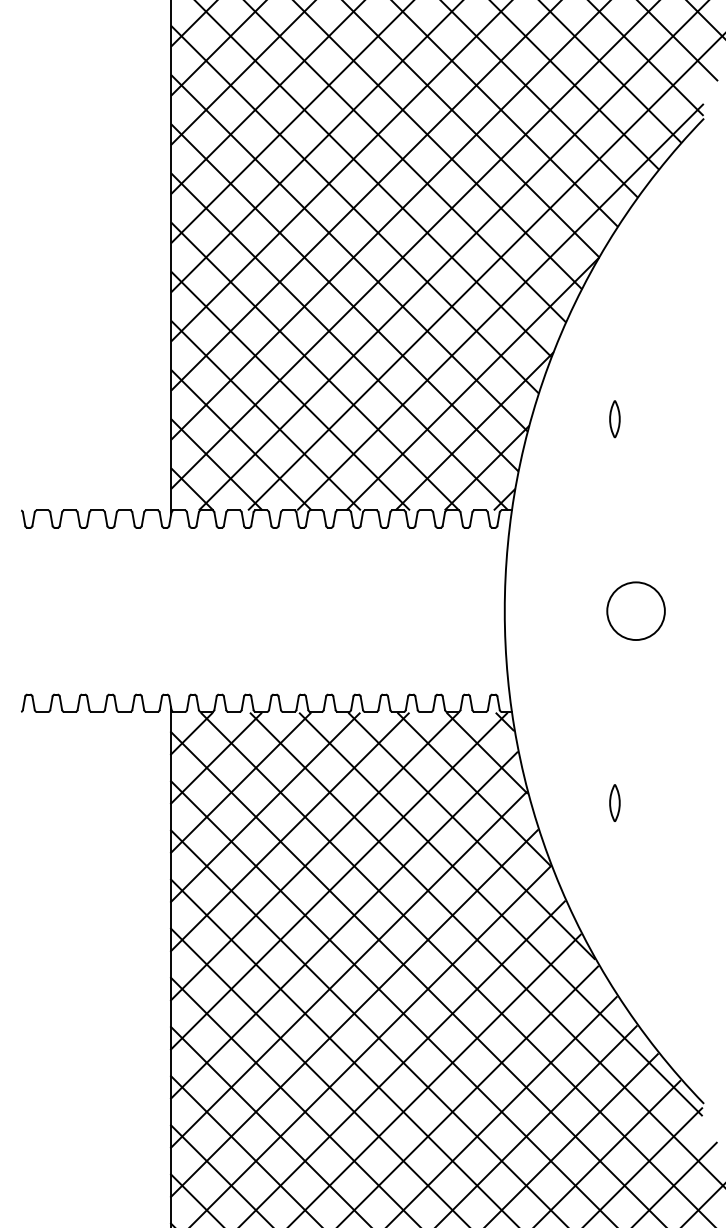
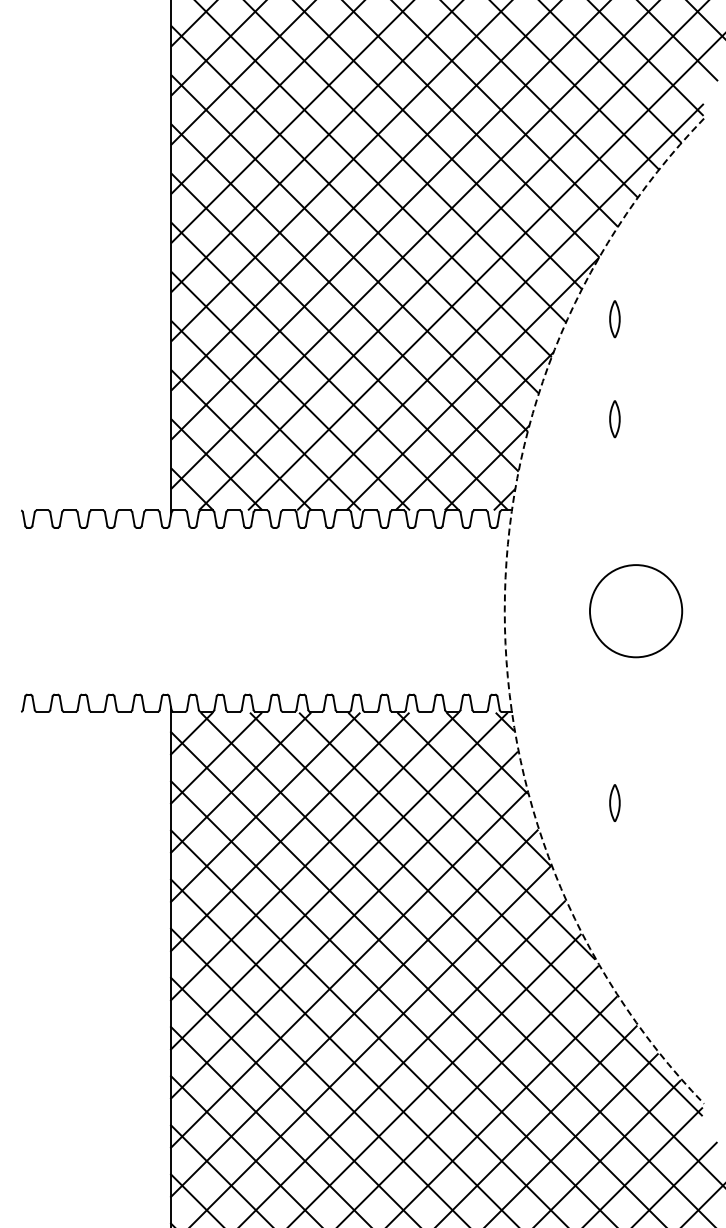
part at (614, 319): none -> present
arc at (504, 611): solid -> dashed
circle at (635, 611) diameter: 58 px -> 92 px
